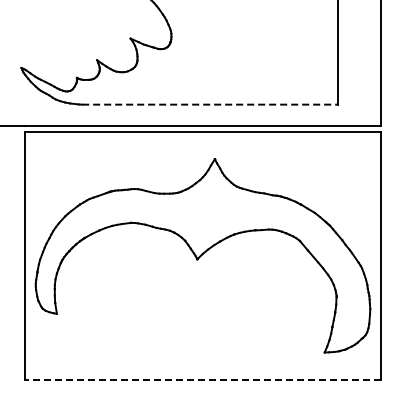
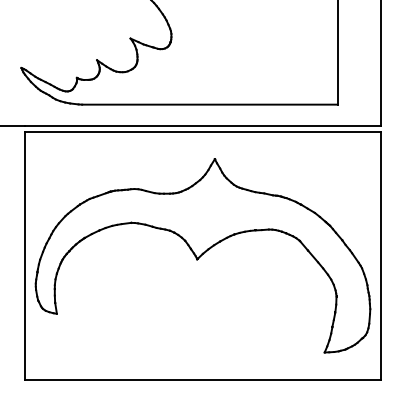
line at (210, 104): dashed -> solid
line at (202, 379): dashed -> solid
